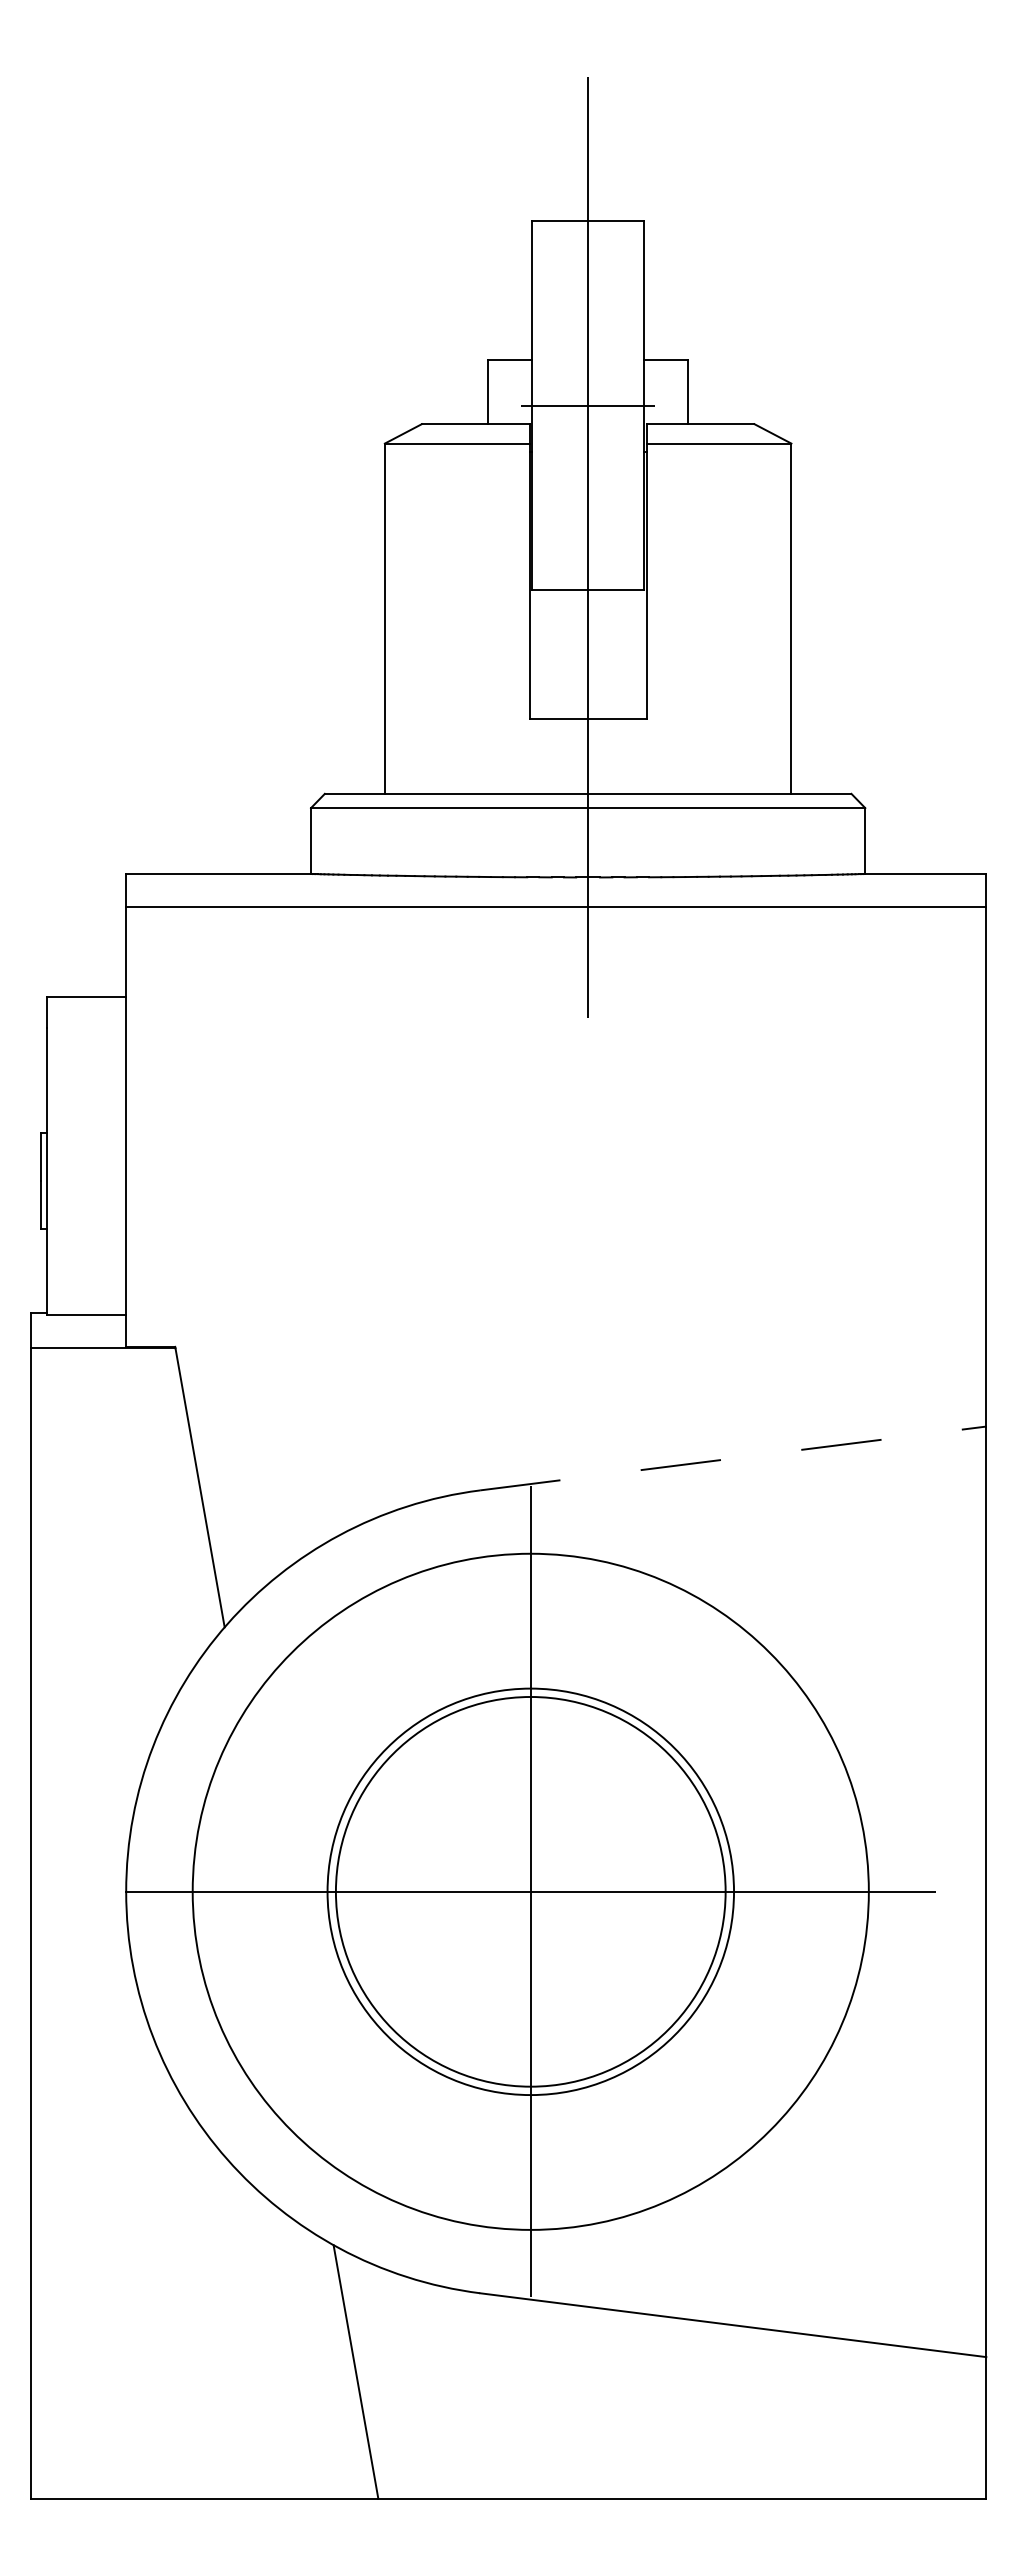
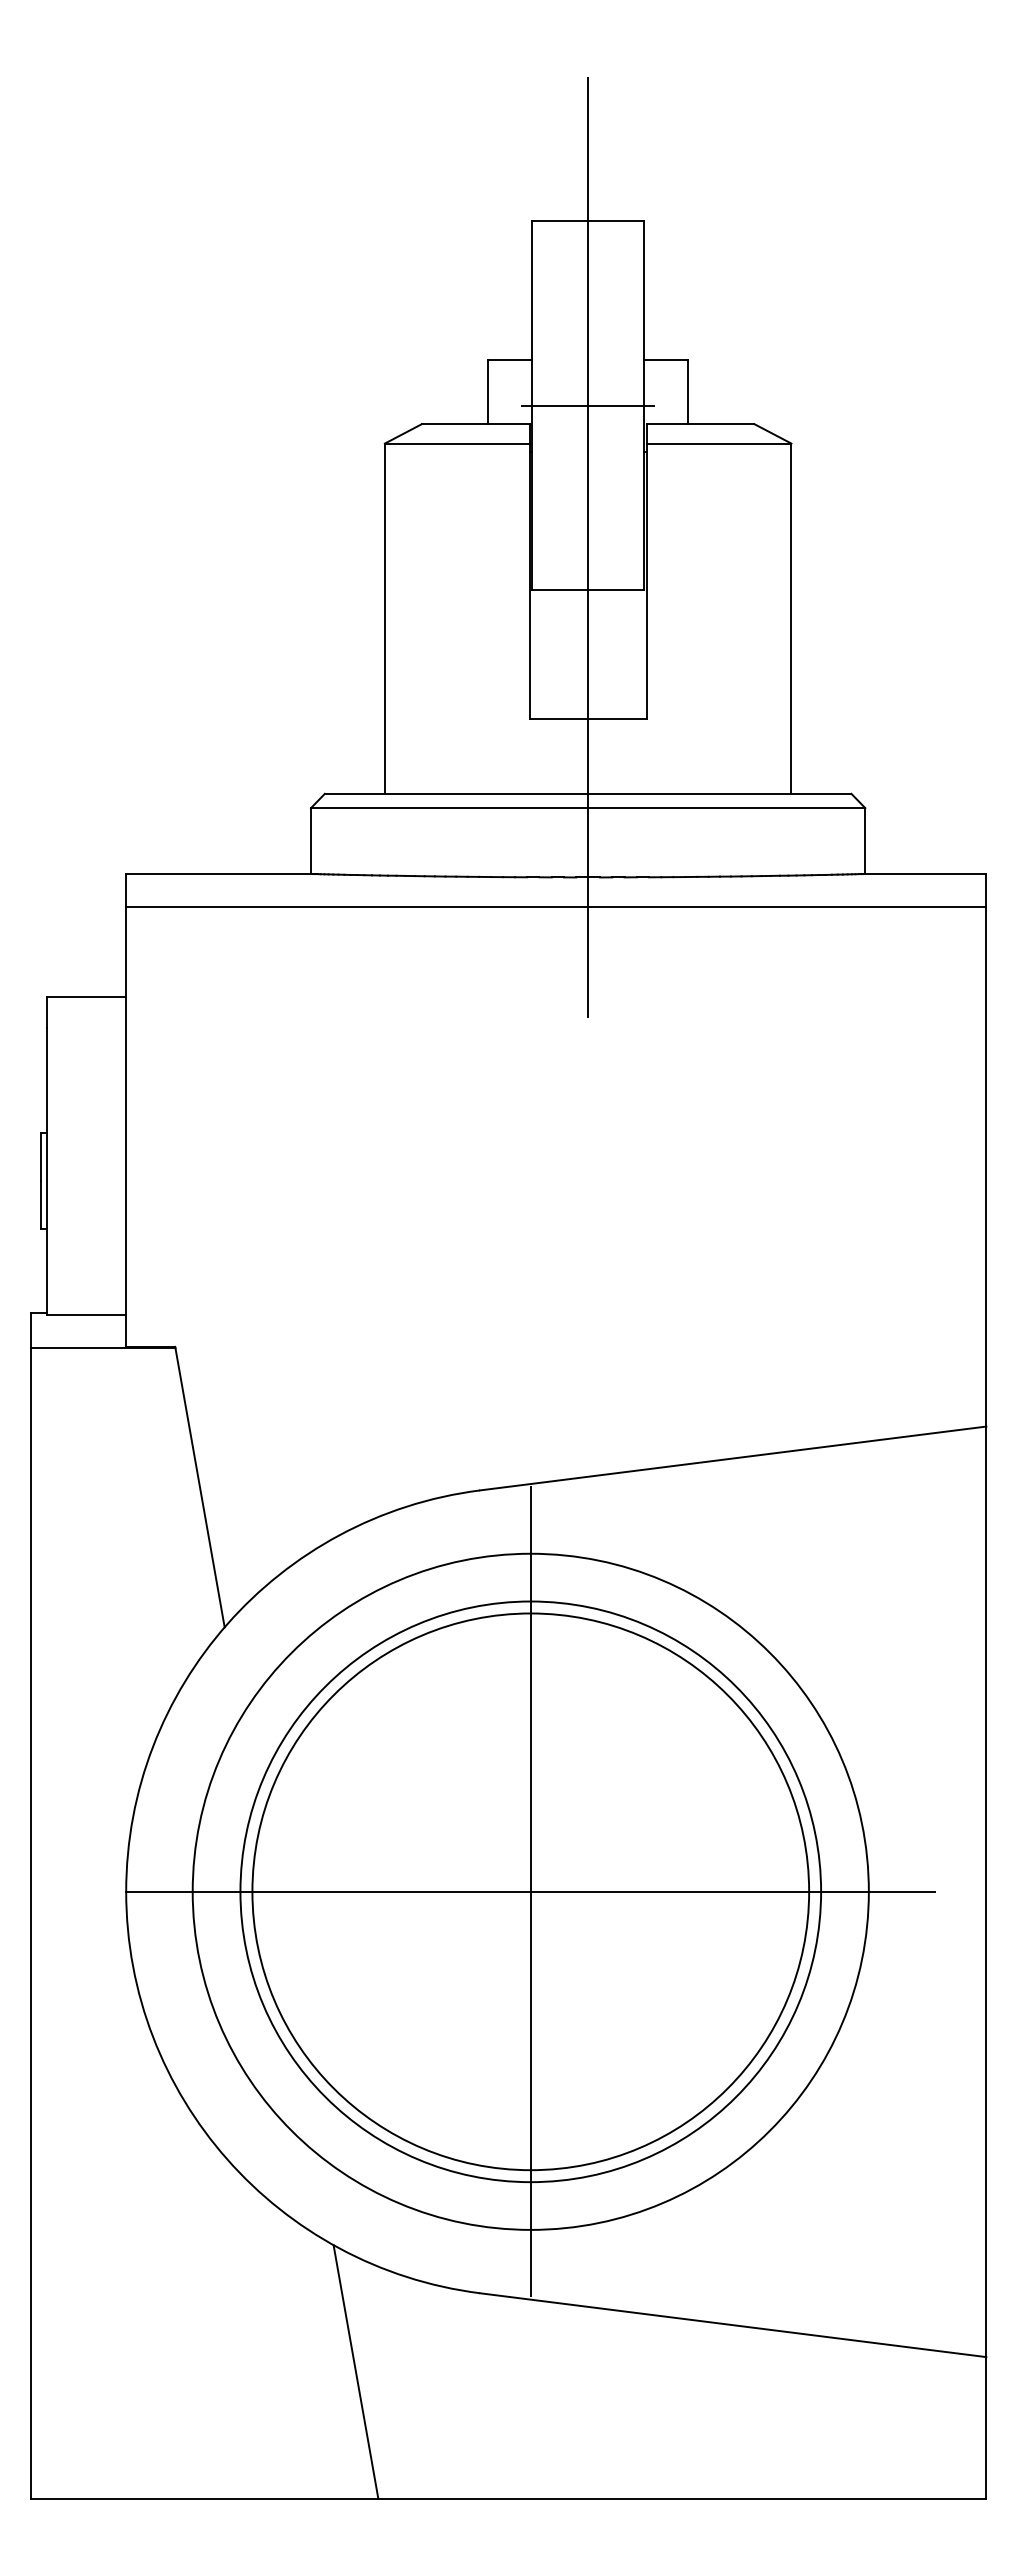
line at (733, 1458): dashed -> solid
circle at (530, 1891) diameter: 390 px -> 557 px
circle at (530, 1891) diameter: 406 px -> 581 px
